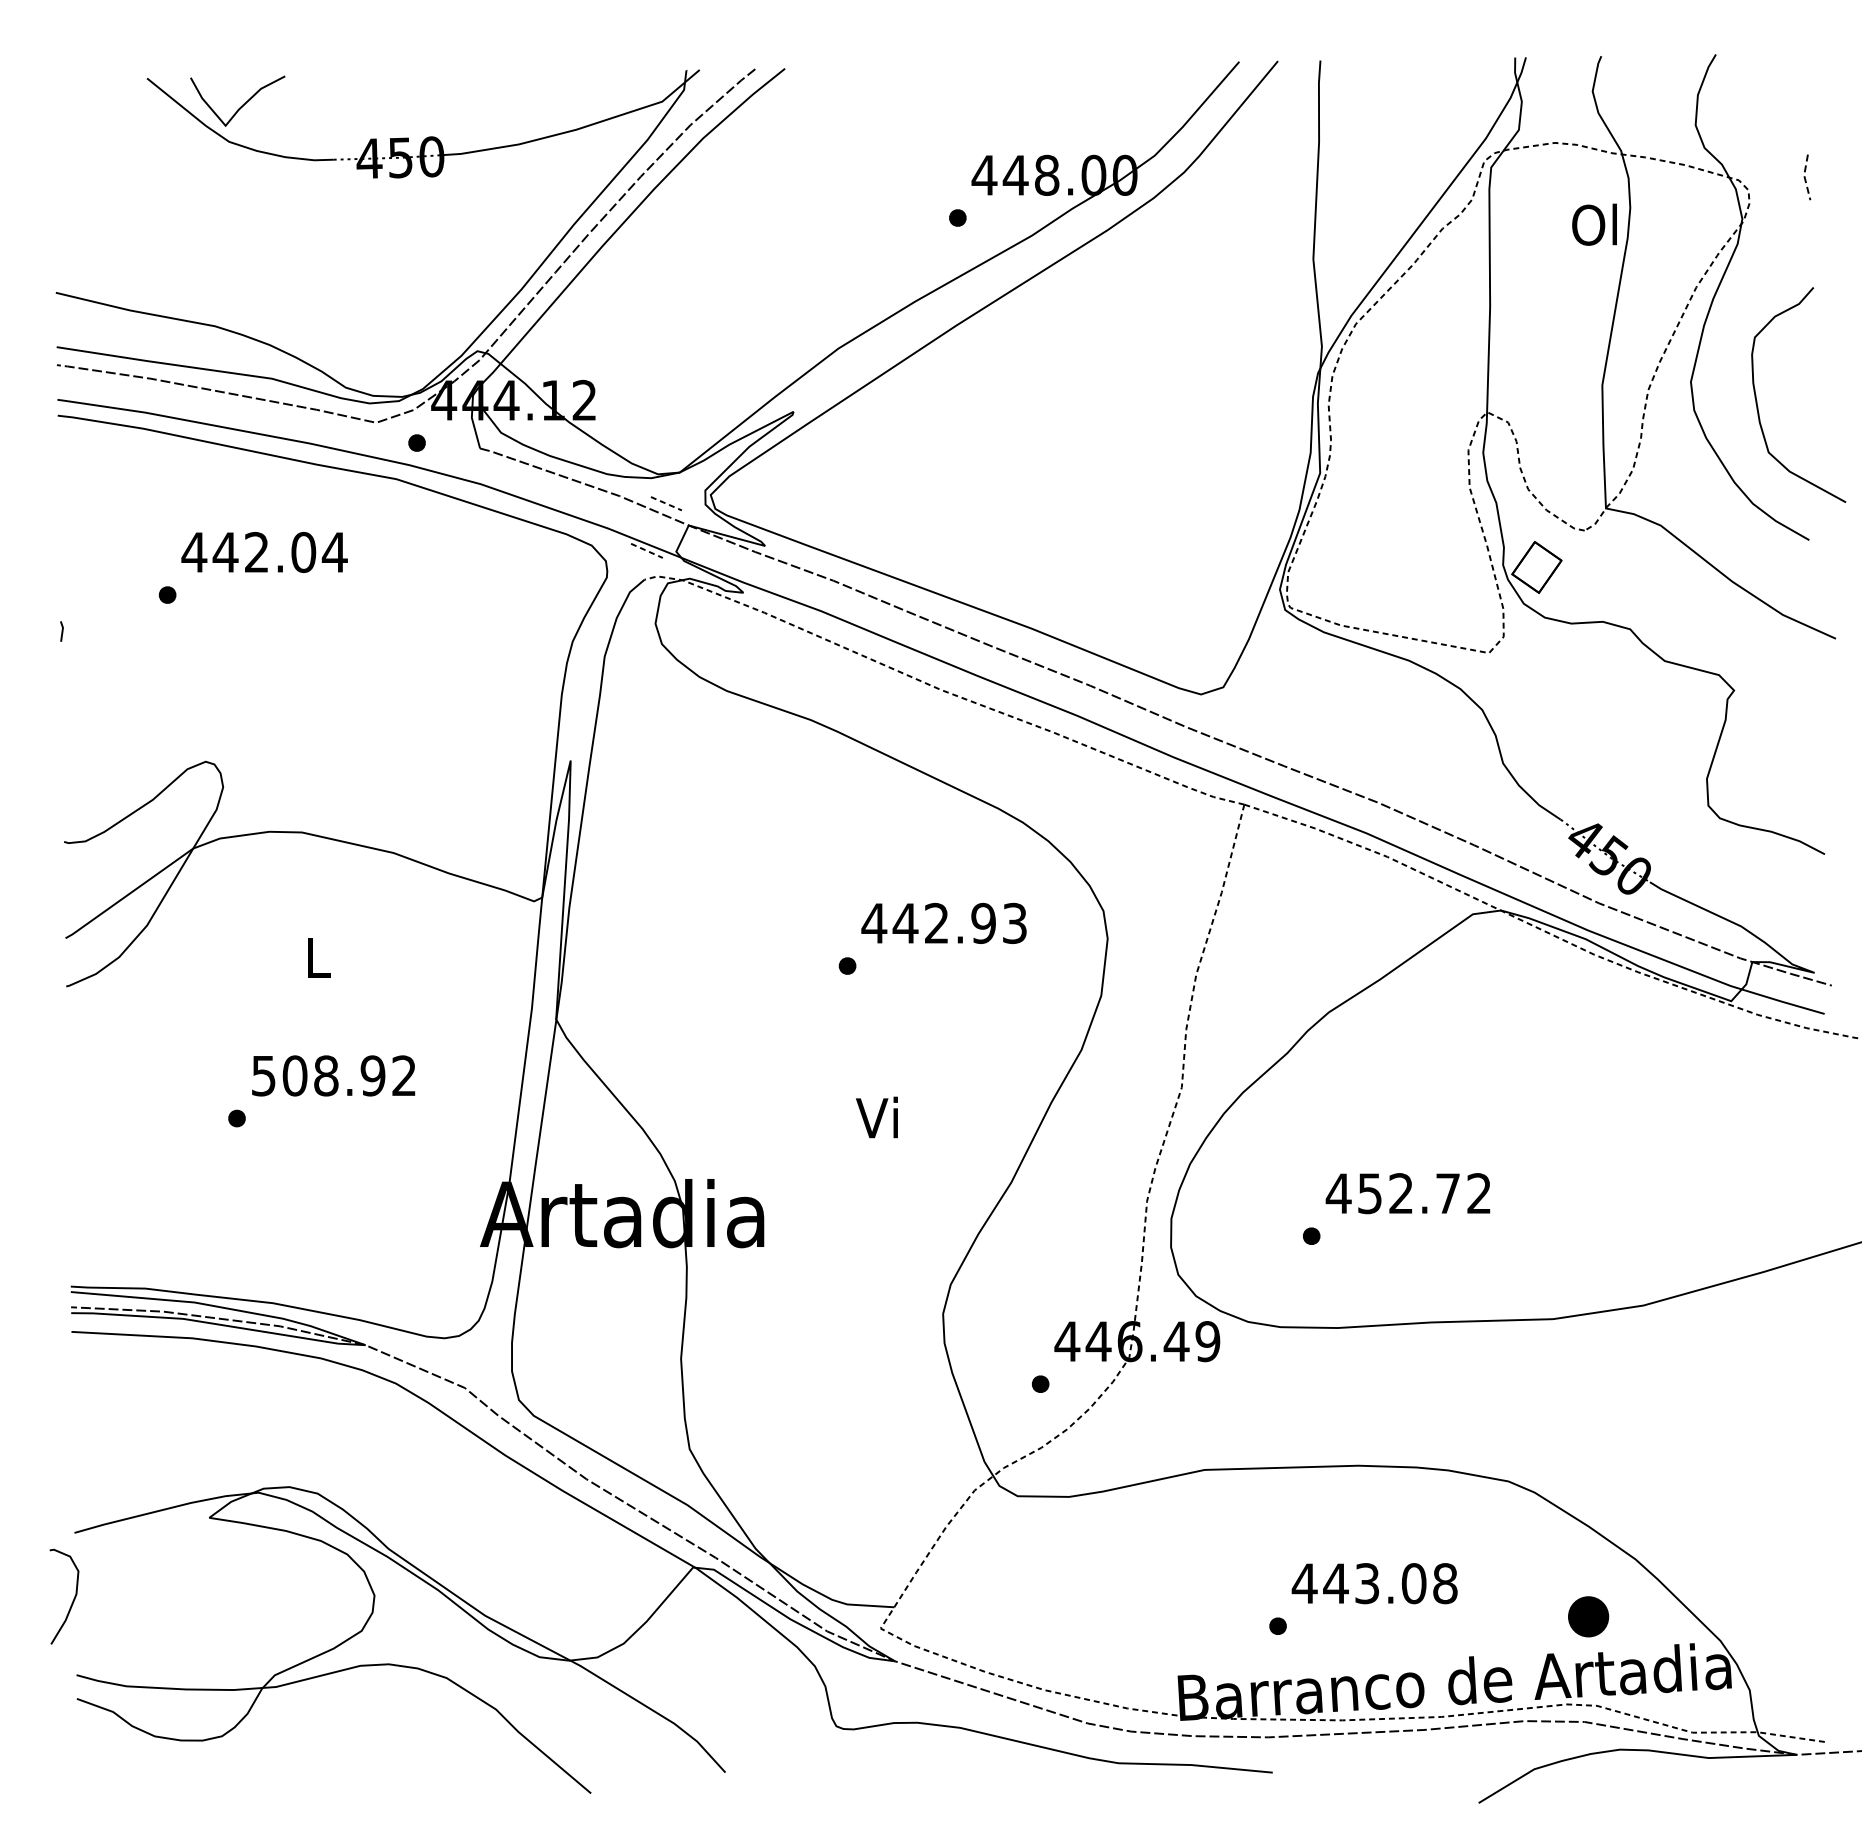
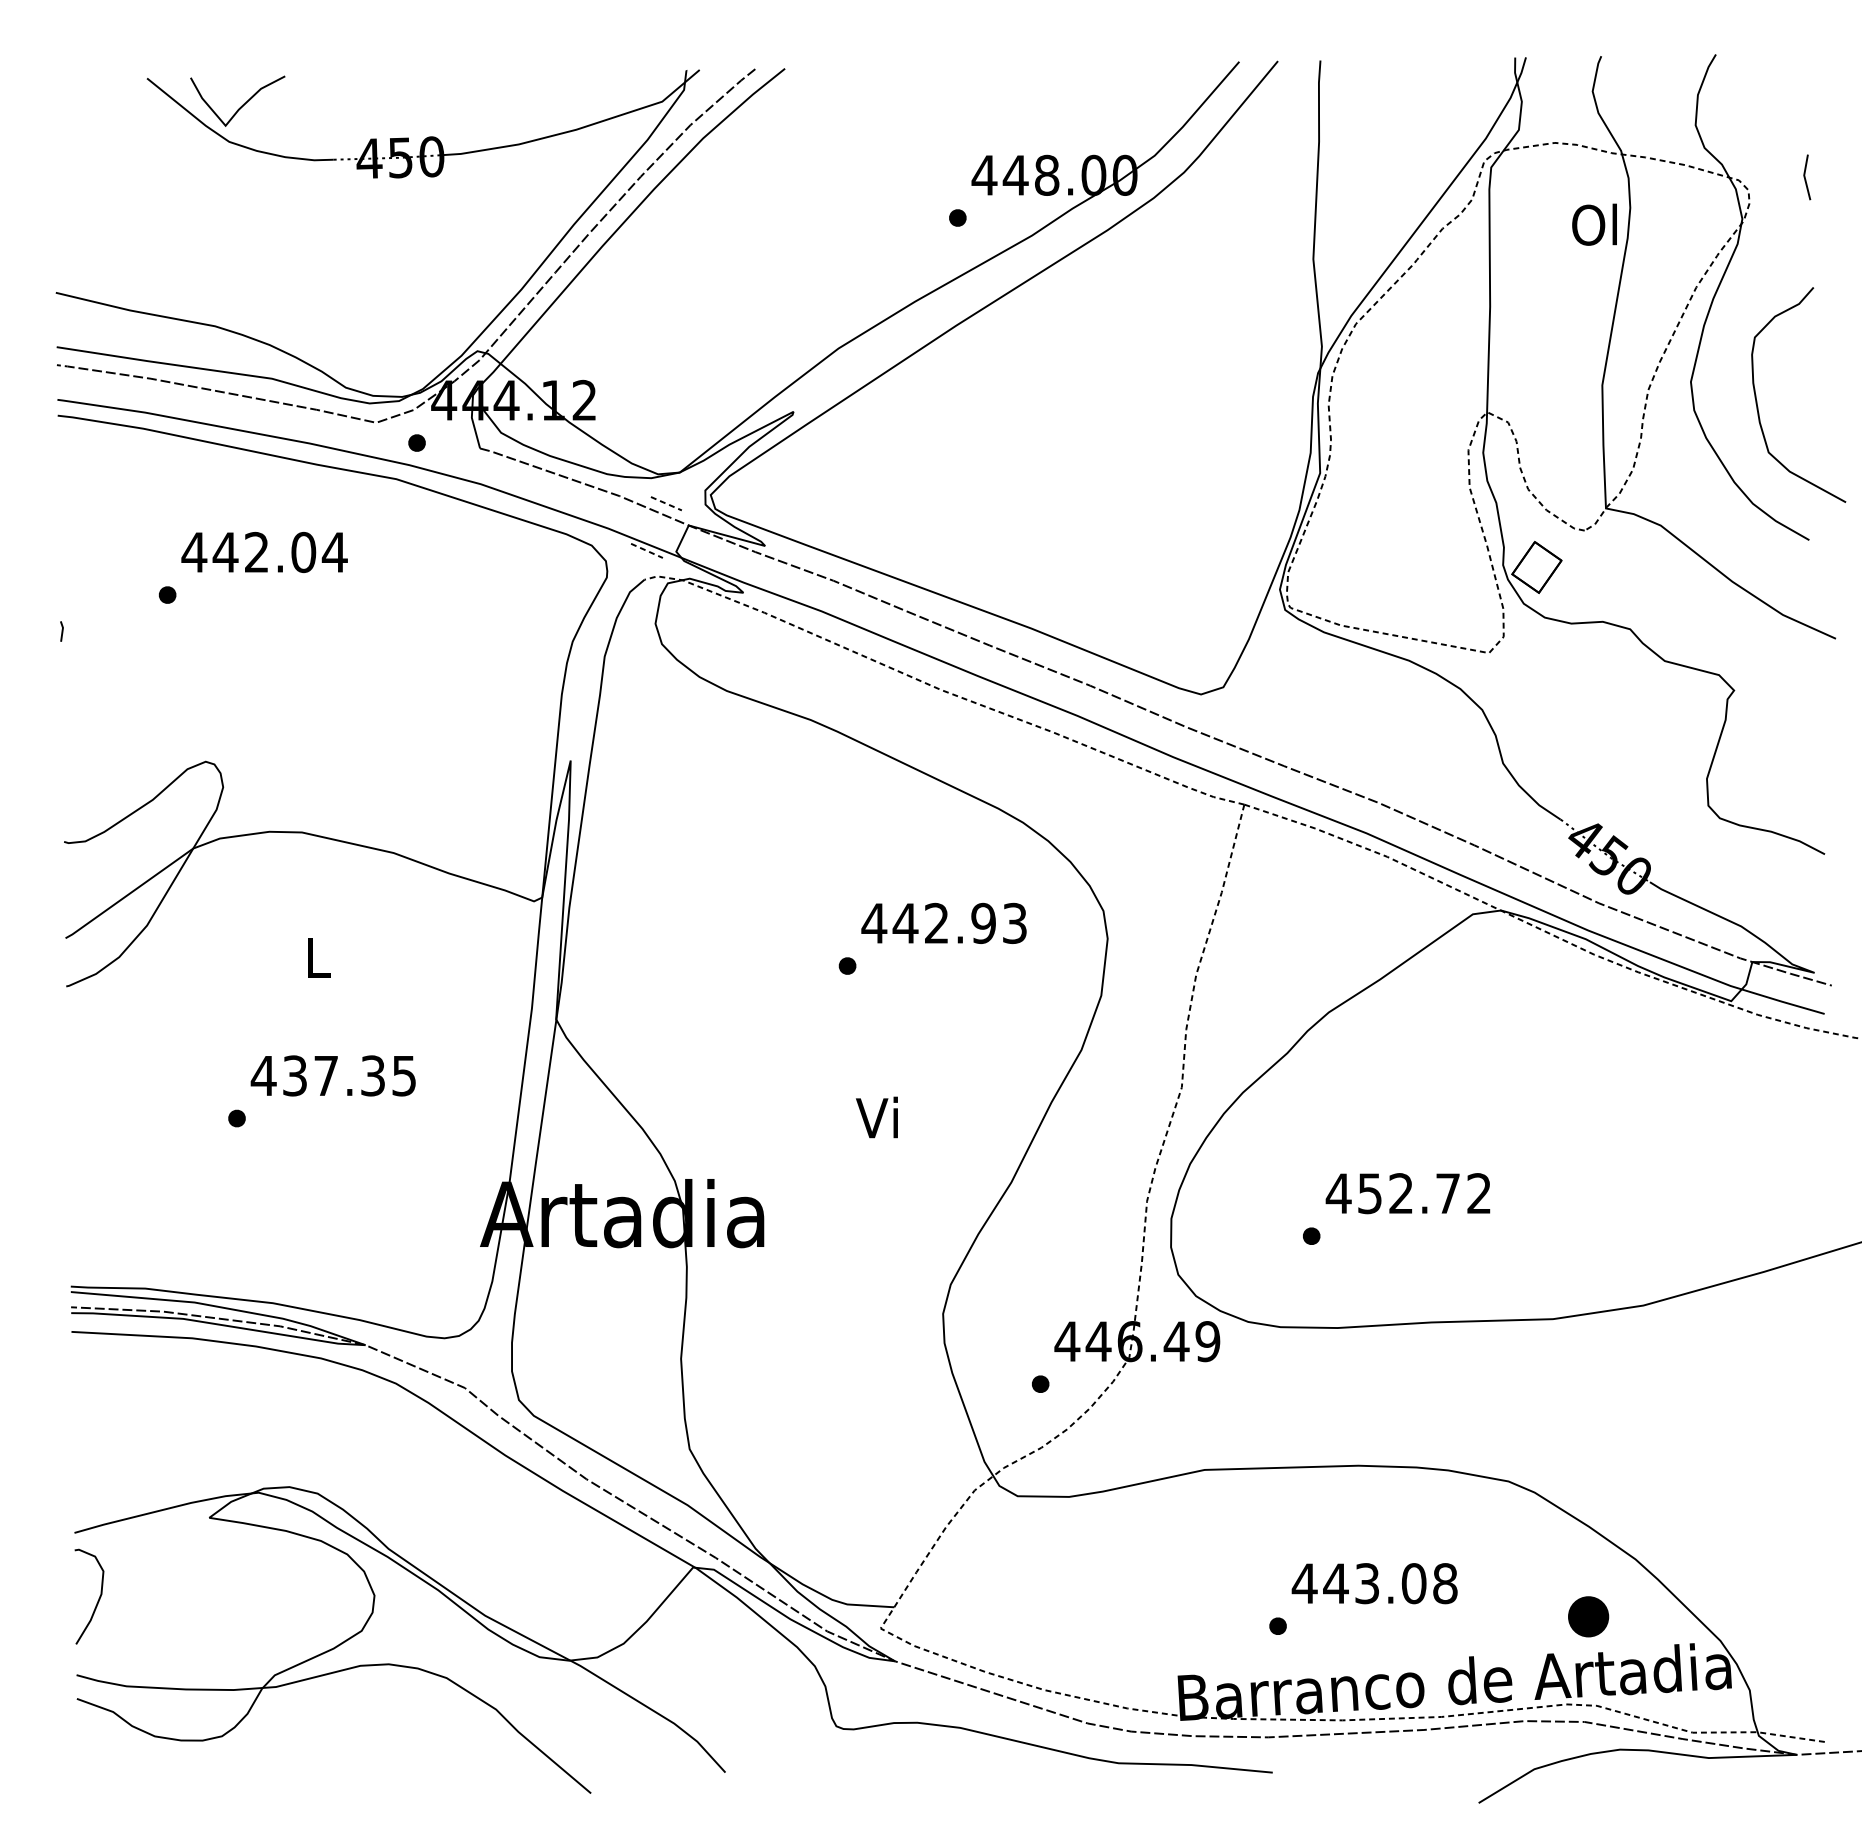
line at (1804, 177): dashed -> solid
text at (332, 1075): 508.92 -> 437.35
curve at (72, 1600) position: (72, 1600) -> (97, 1600)
